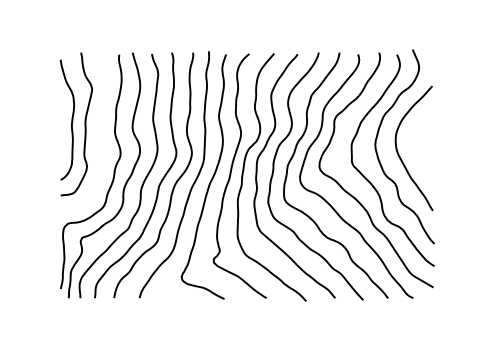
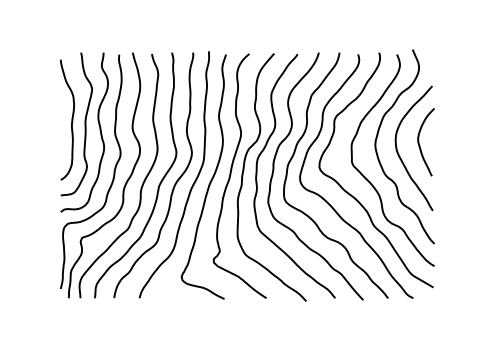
curve at (99, 130): none -> present
curve at (420, 145): none -> present
